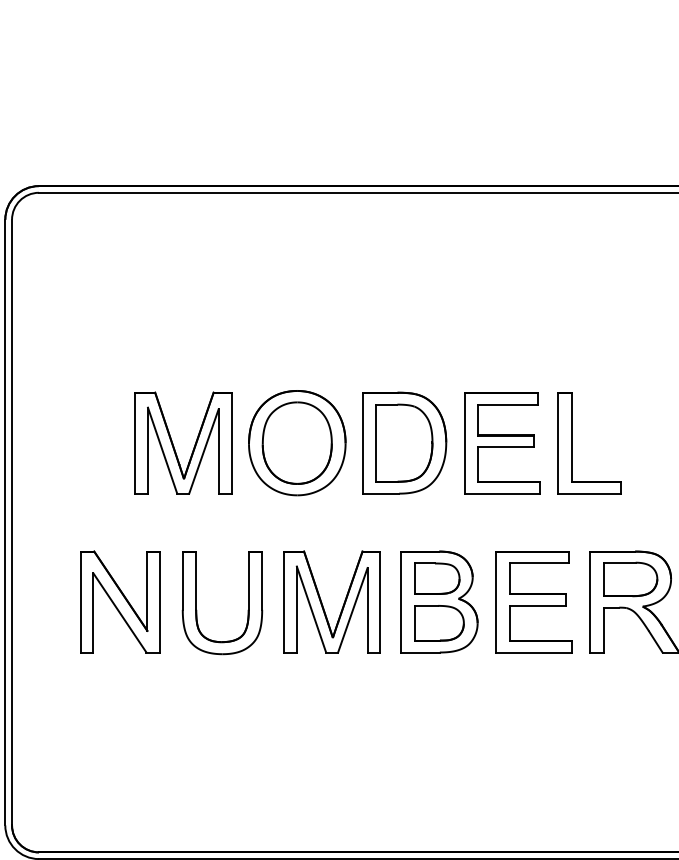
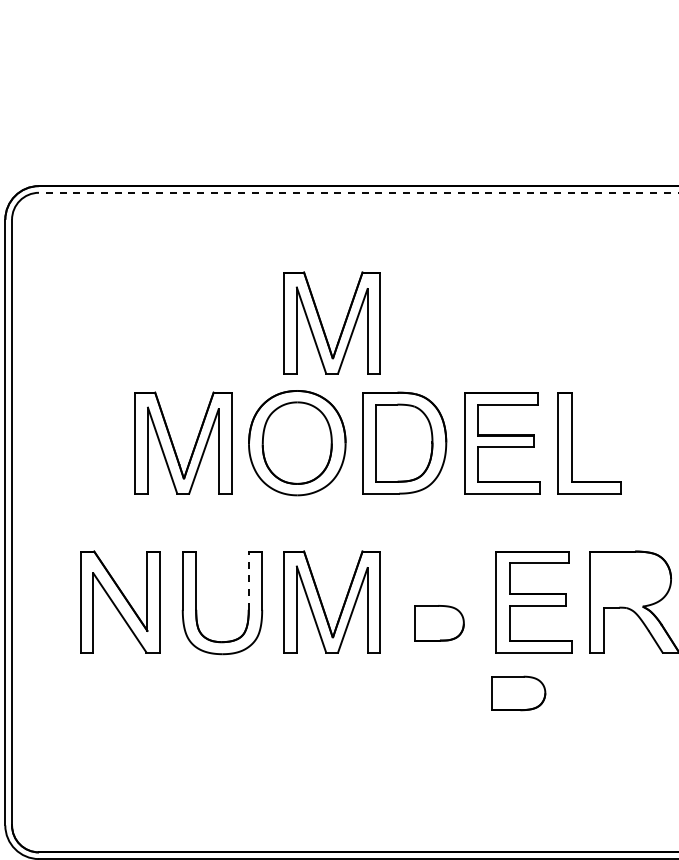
line at (358, 192): solid -> dashed
part at (323, 326): none -> present
part at (630, 579) position: (630, 579) -> (518, 693)
line at (248, 580): solid -> dashed
part at (439, 601): present -> none
